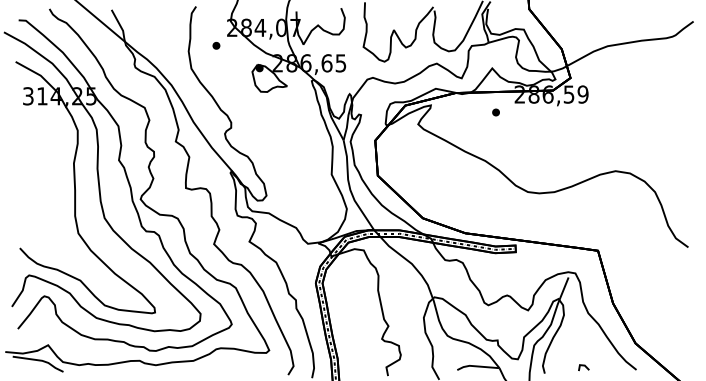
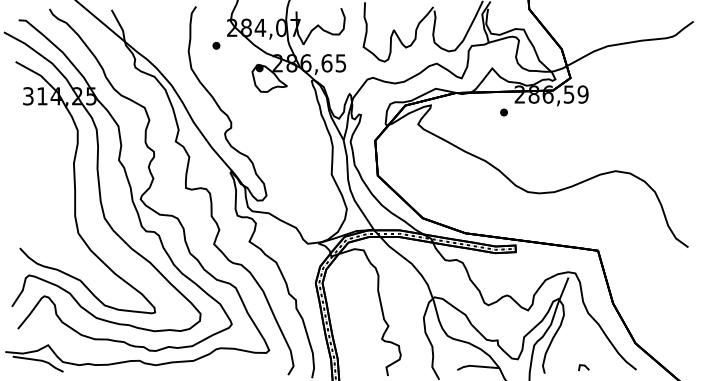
part at (495, 112) position: (495, 112) -> (503, 112)
